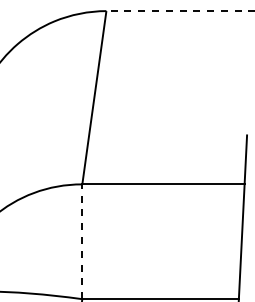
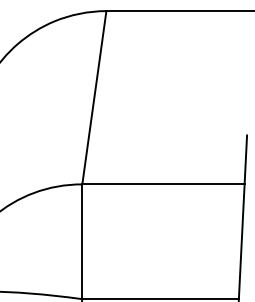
line at (180, 11): dashed -> solid
line at (82, 241): dashed -> solid
